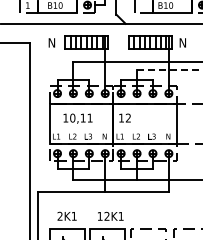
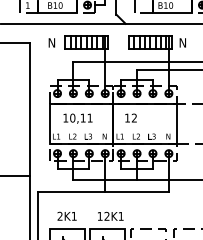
line at (169, 69): dashed -> solid
text at (124, 117) position: (124, 117) -> (130, 117)
line at (16, 175): none -> present
